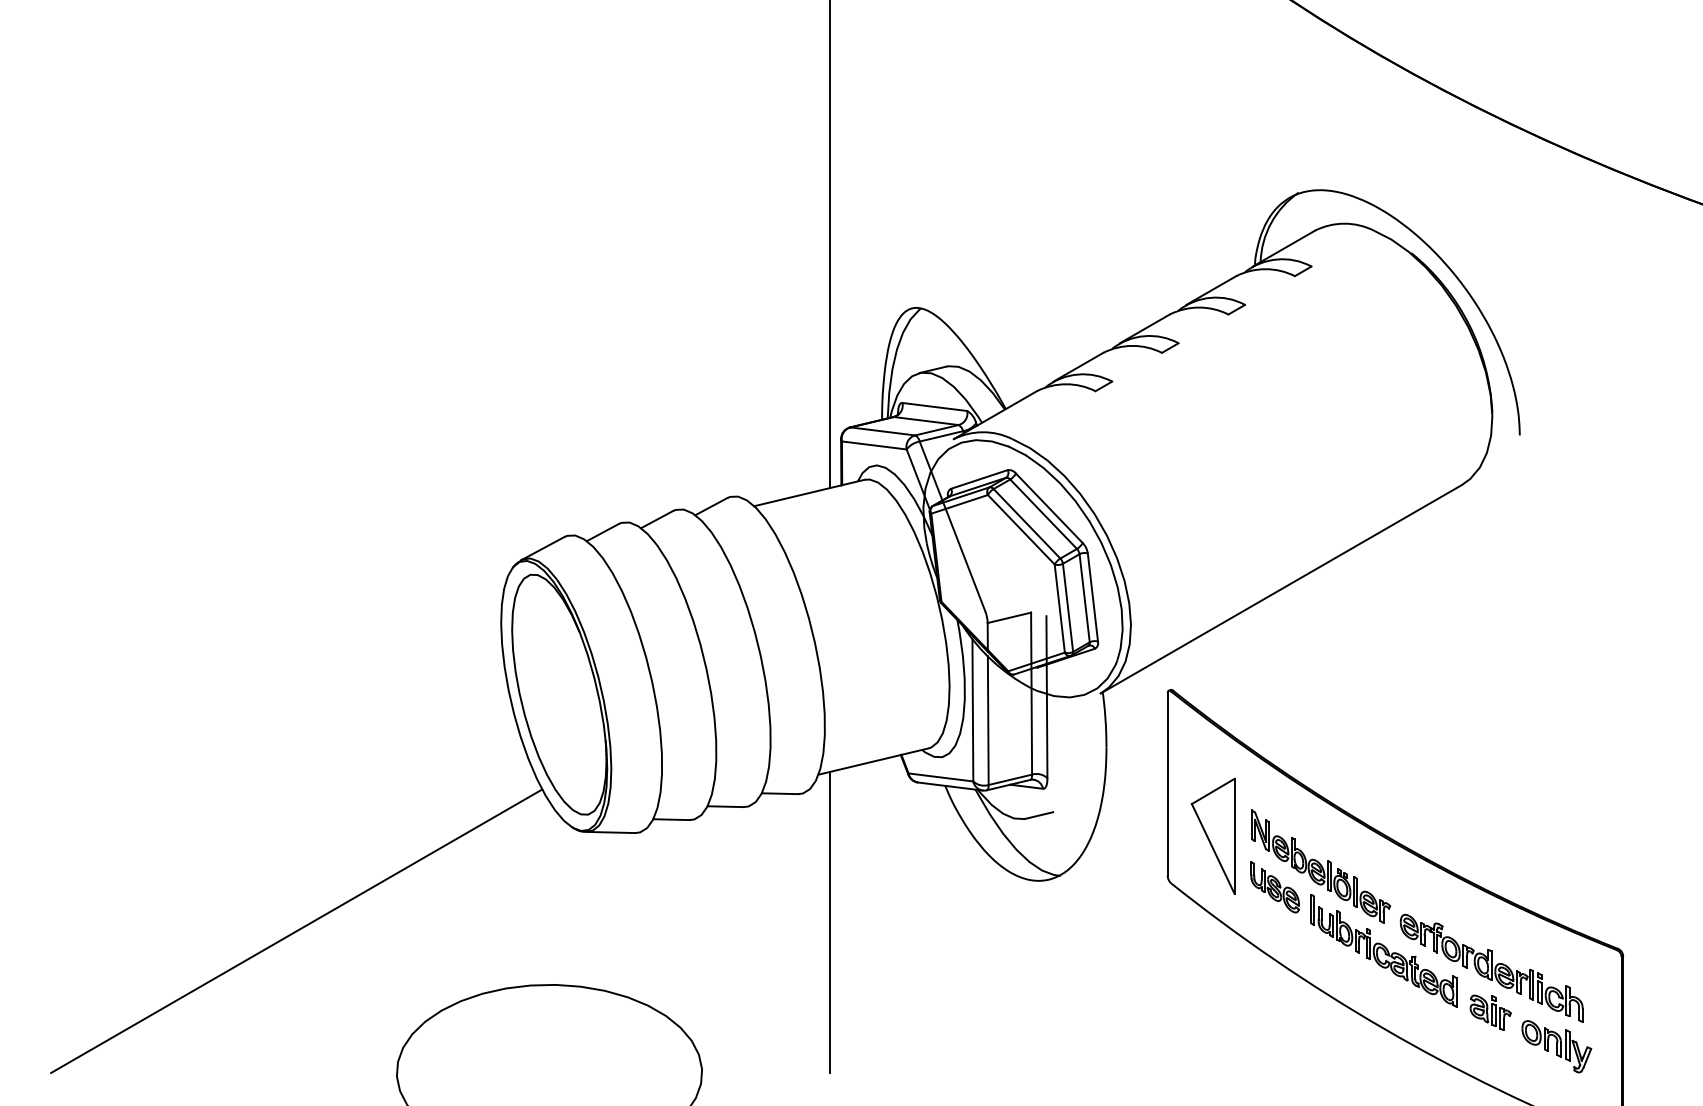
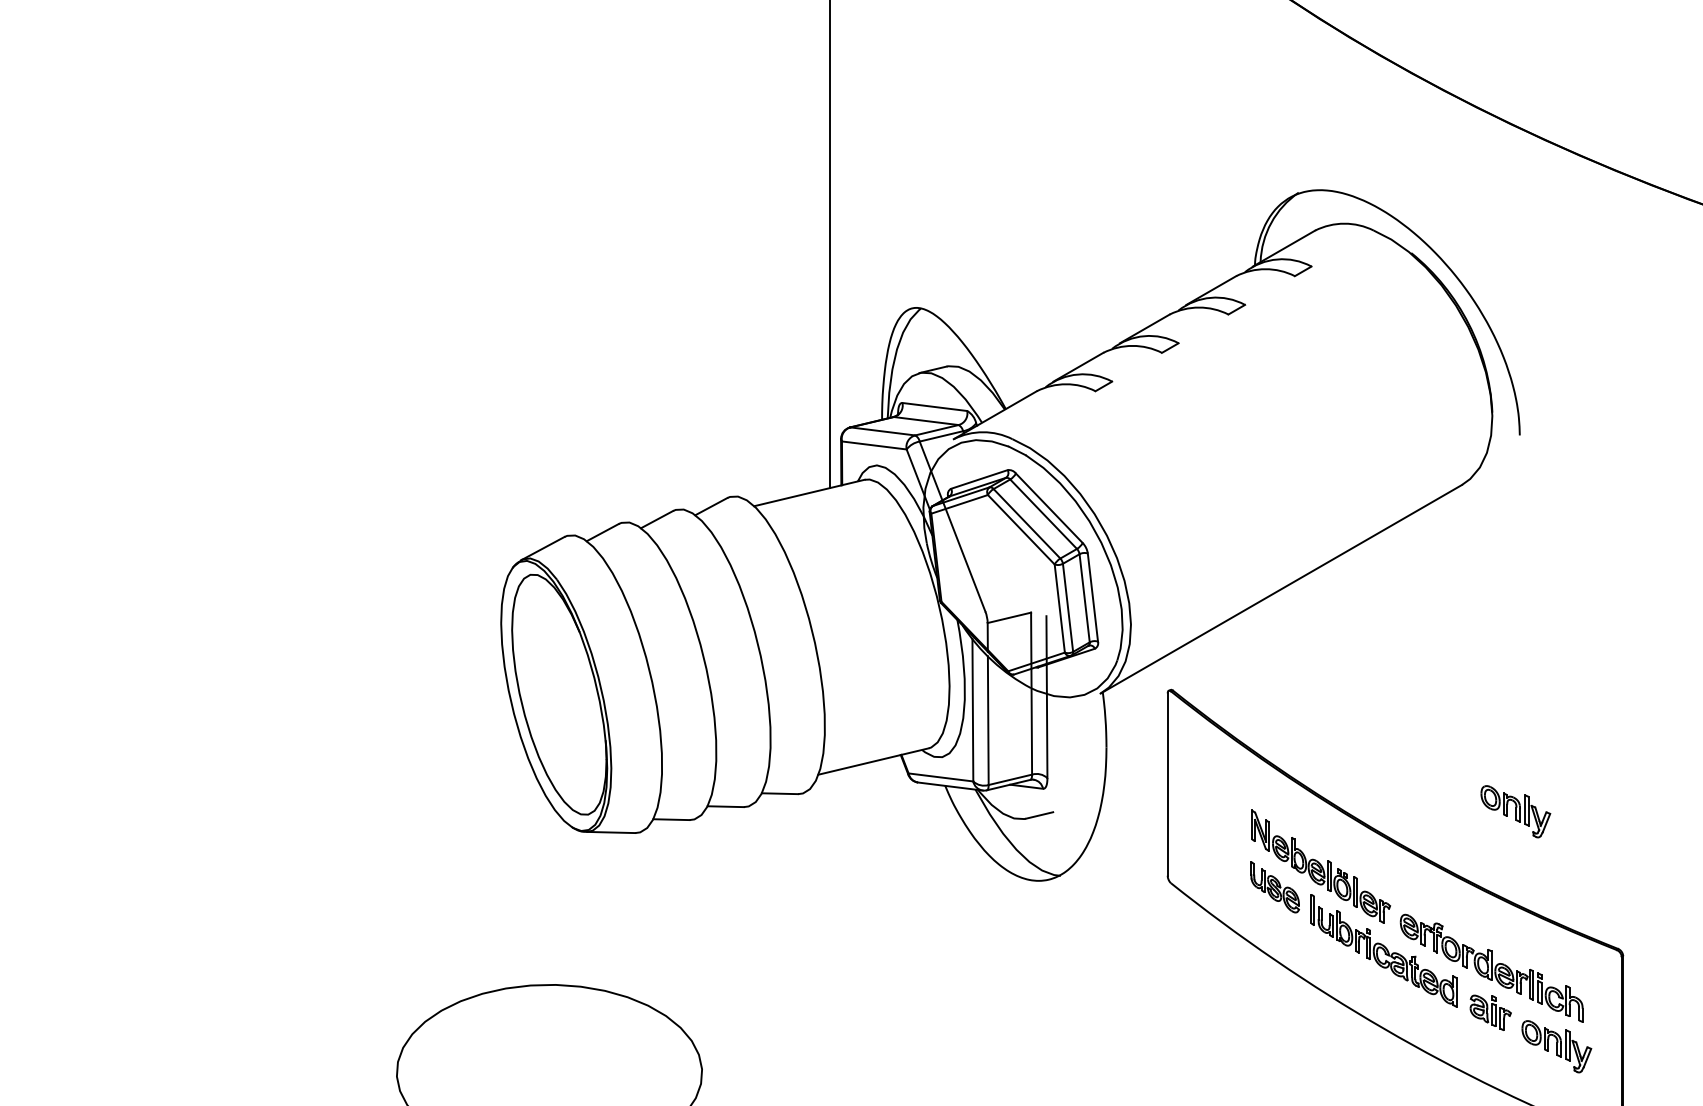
part at (1515, 811): none -> present
part at (1212, 835): present -> none
line at (829, 922): present -> none
line at (296, 930): present -> none
